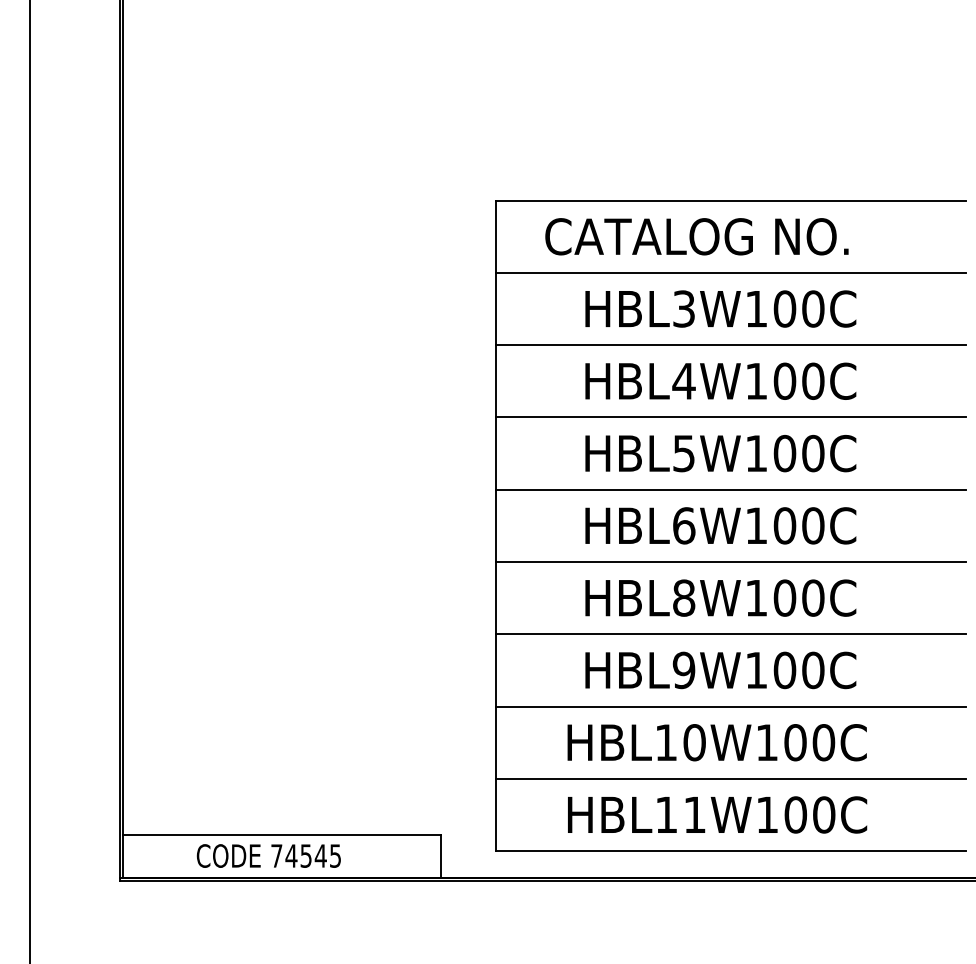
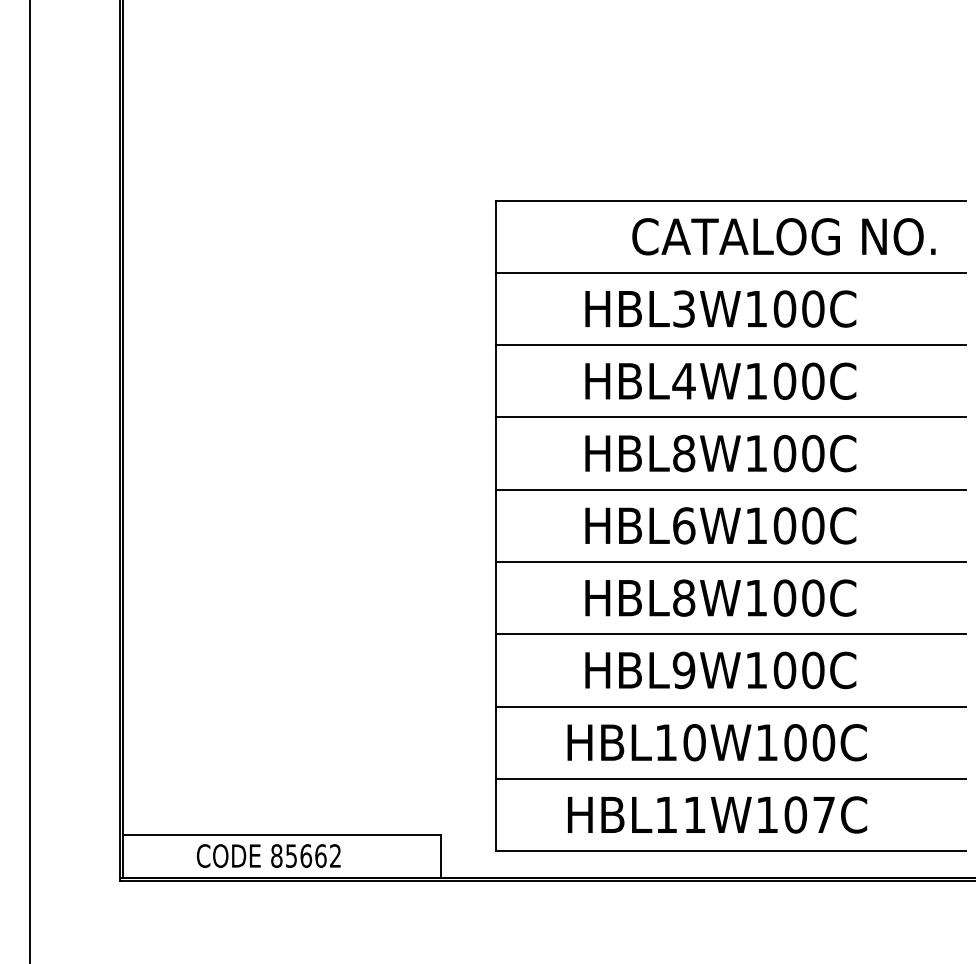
text at (696, 236) position: (696, 236) -> (783, 236)
text at (684, 453): HBL5W100C -> HBL8W100C
text at (824, 814): HBL11W100C -> HBL11W107C
text at (305, 855): 74545 -> 85662
